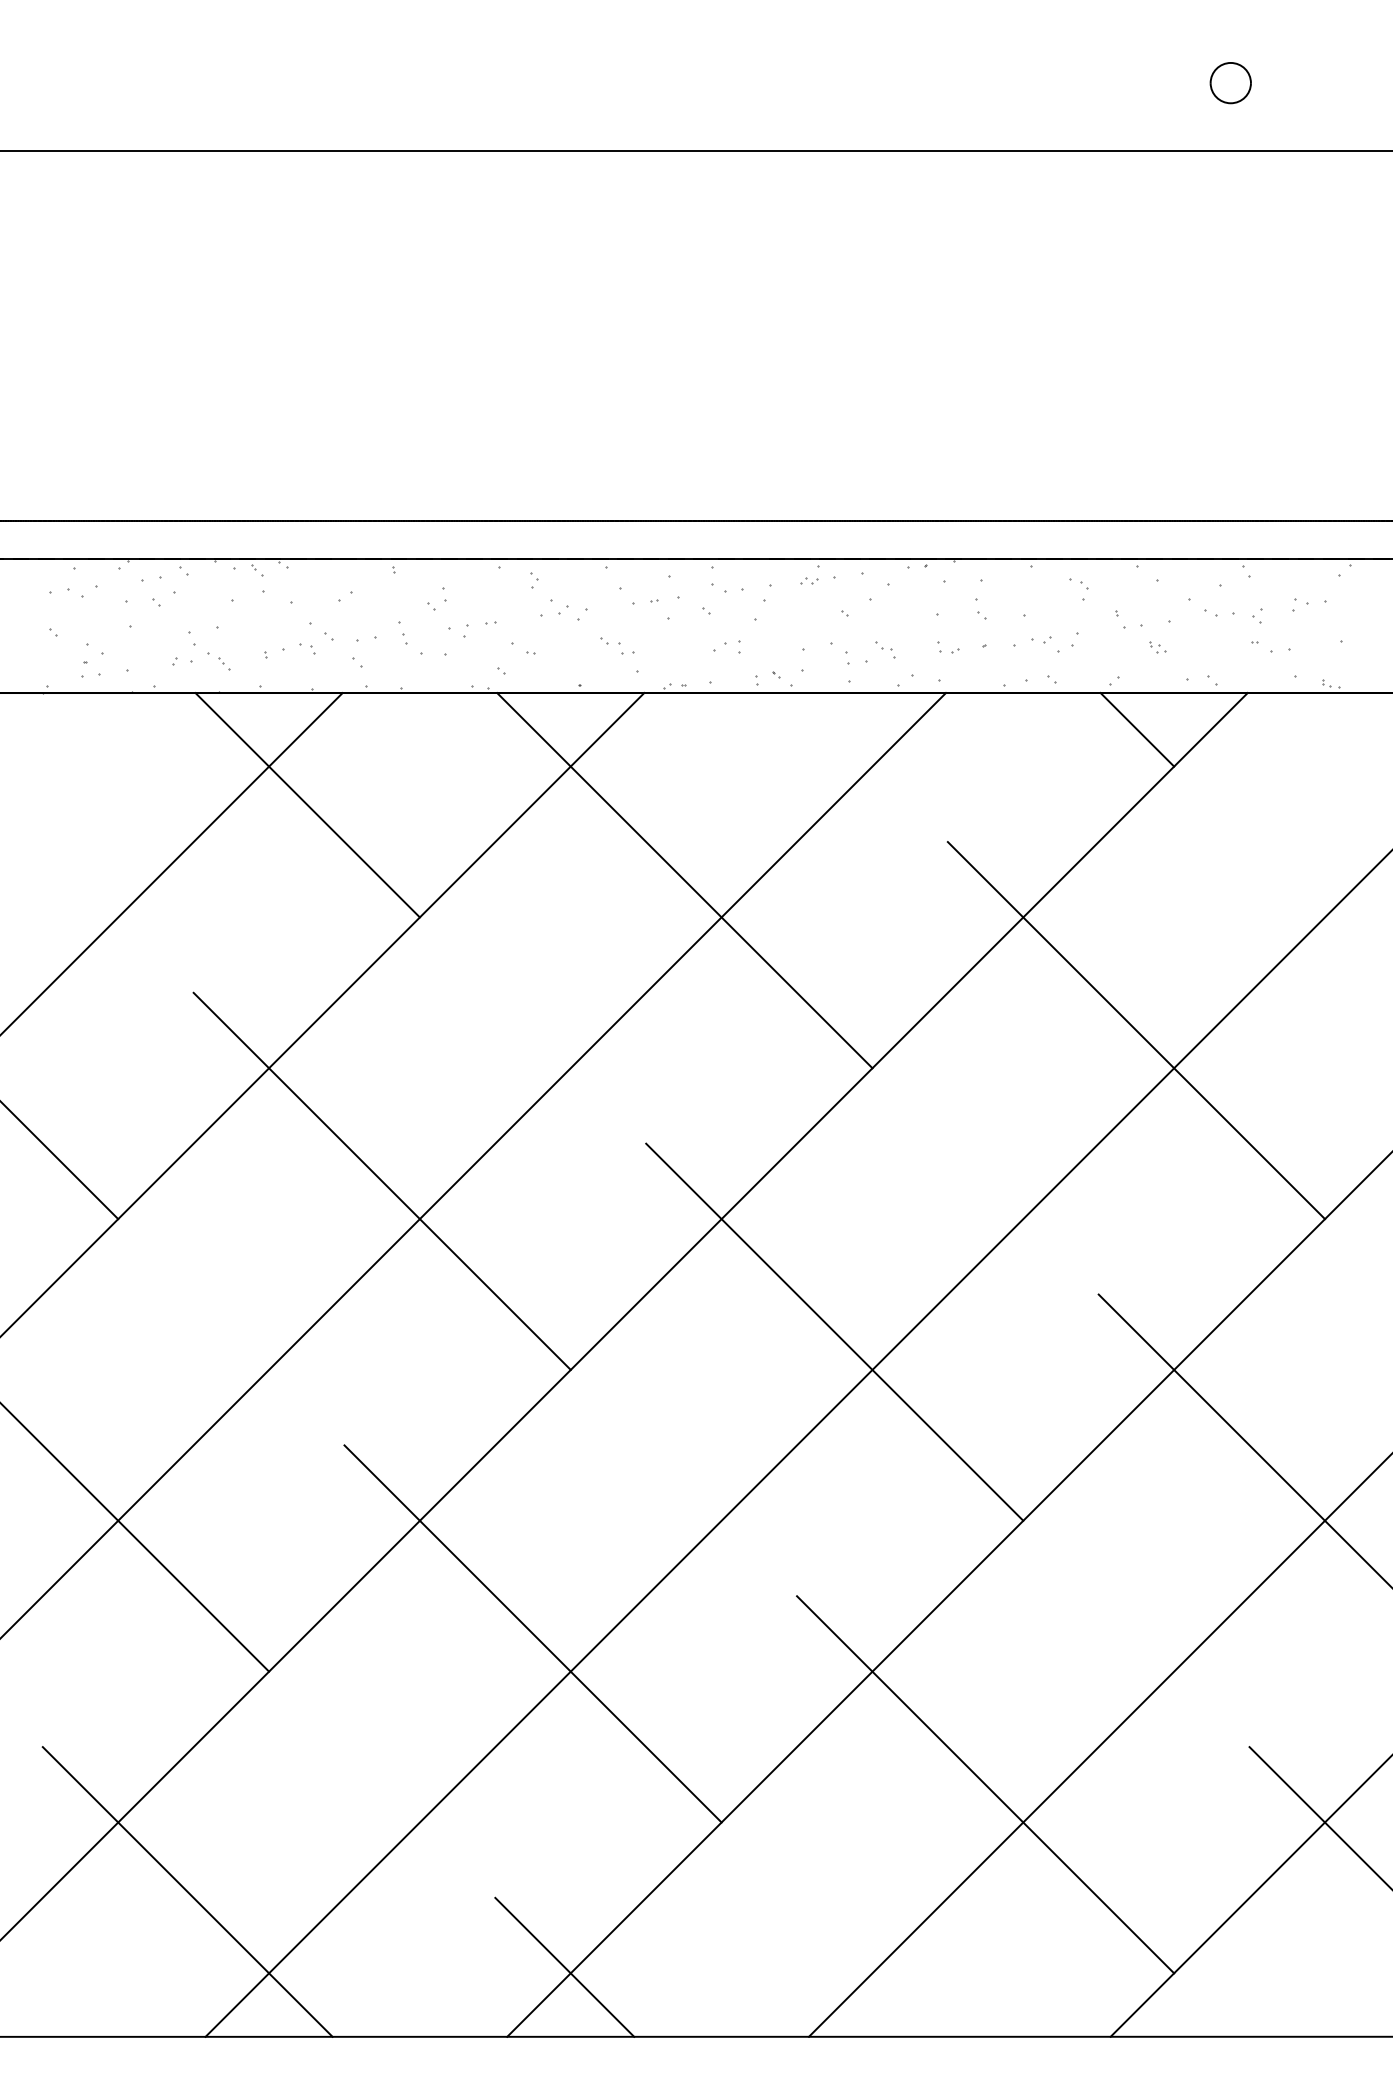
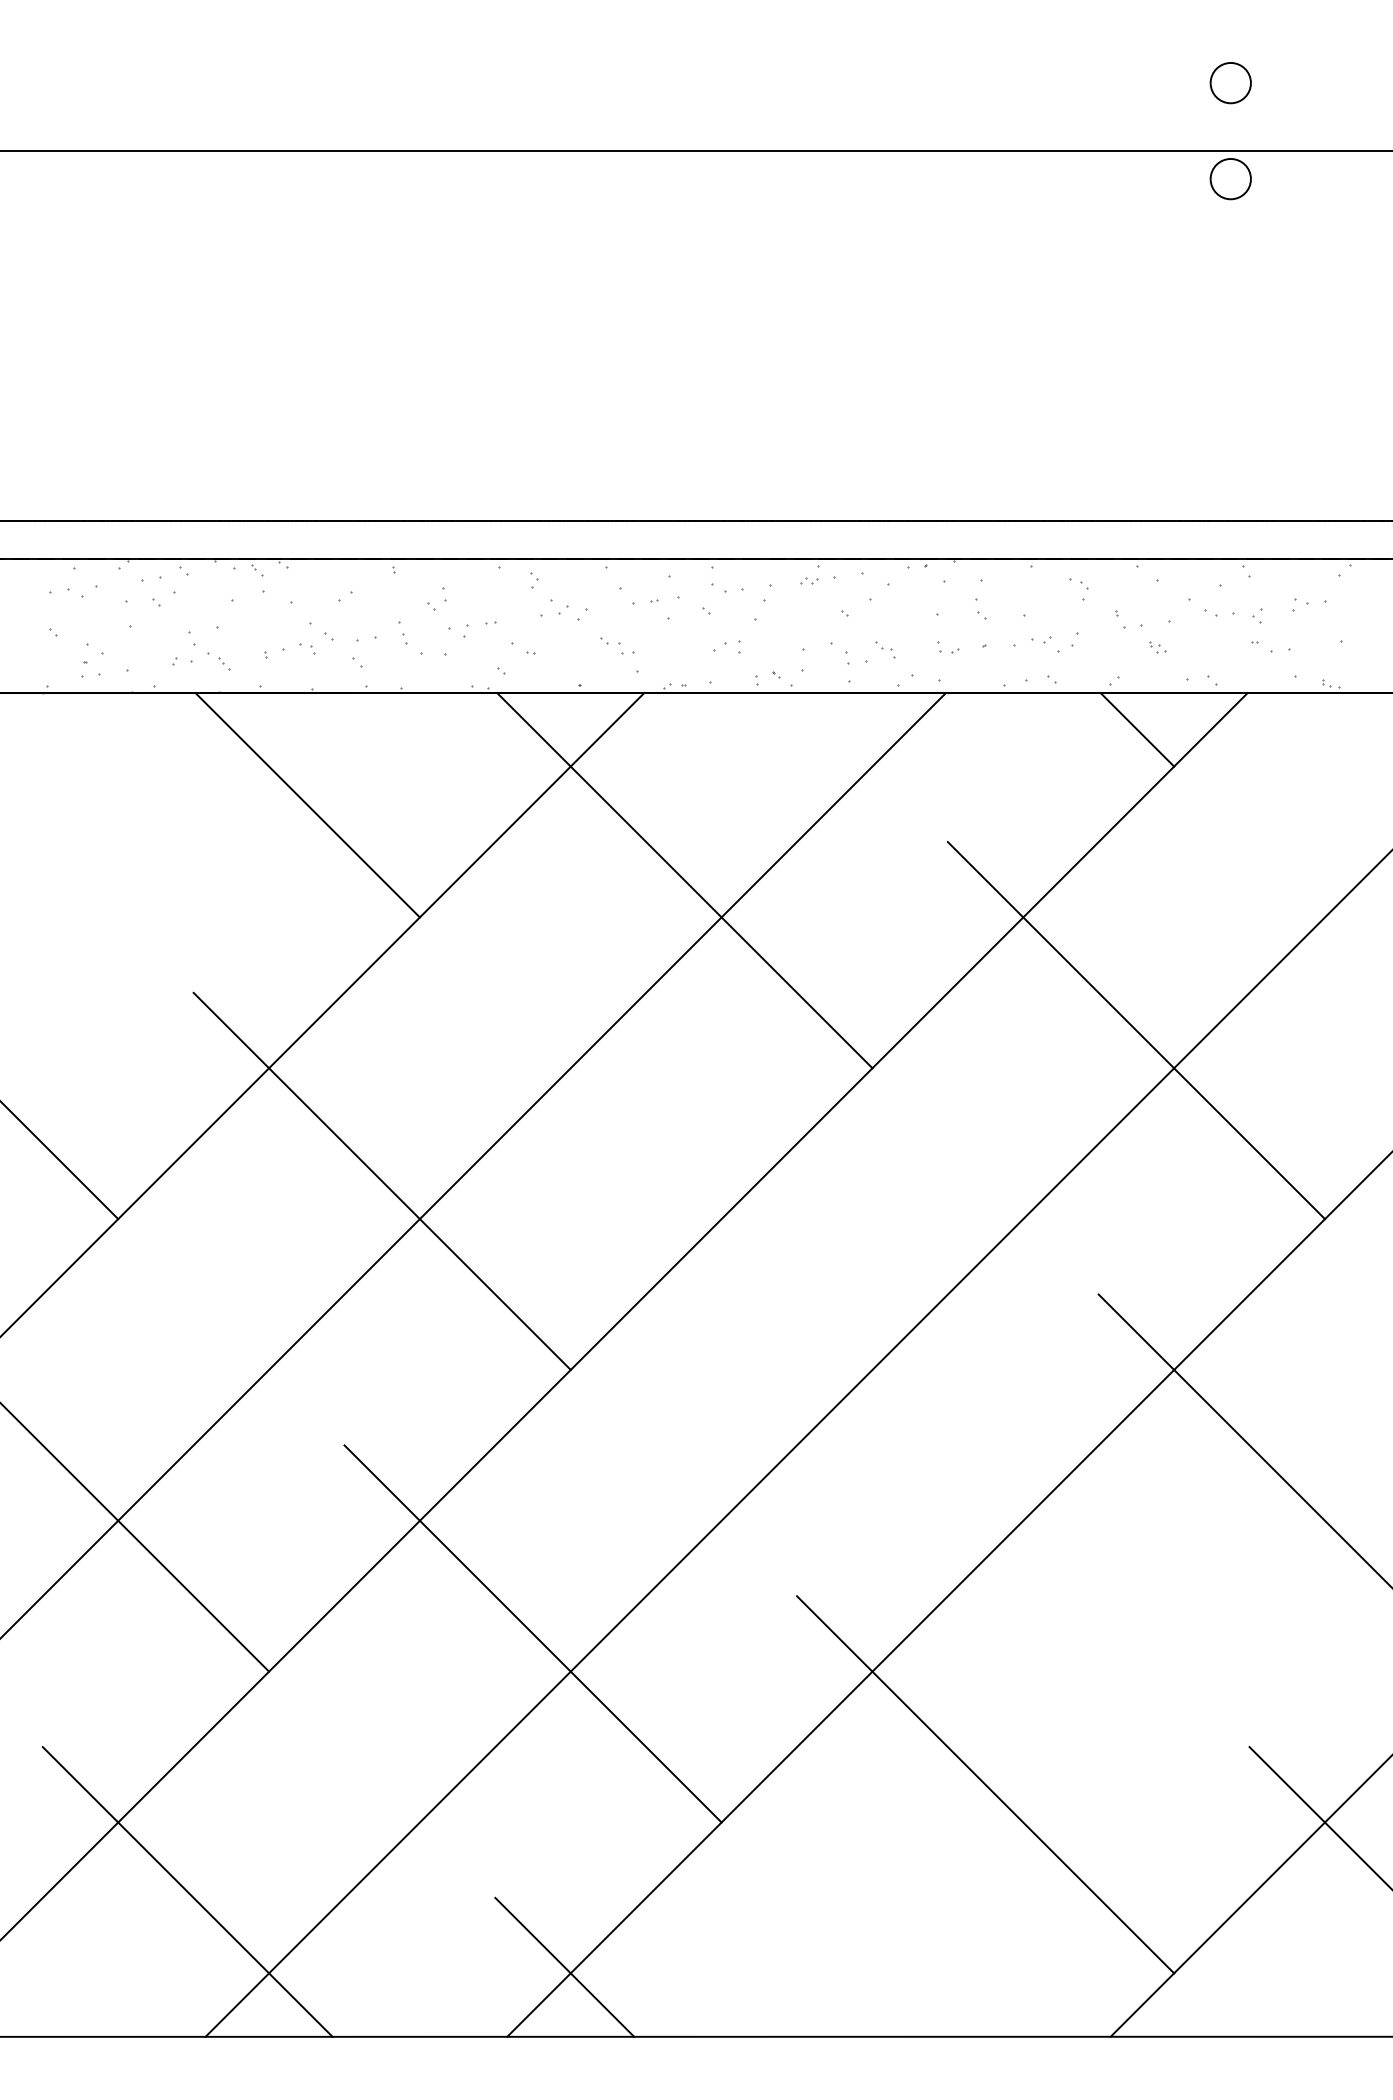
part at (1230, 179): none -> present
line at (172, 863): present -> none
line at (834, 1331): present -> none
line at (1098, 1746): present -> none
